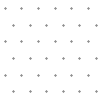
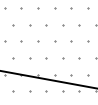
line at (48, 79): none -> present
